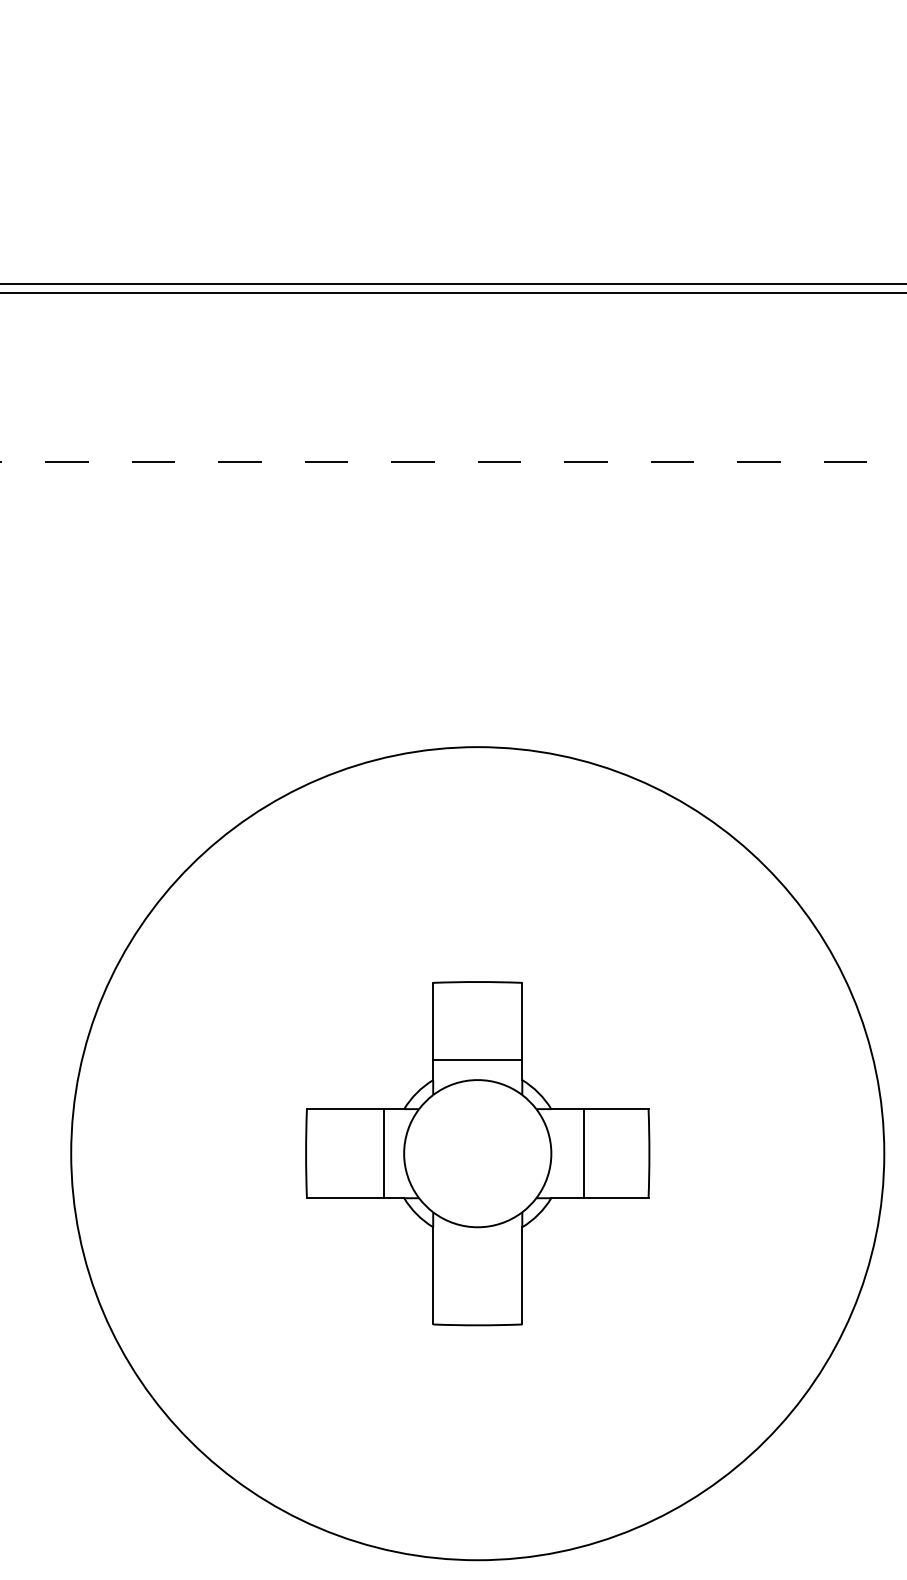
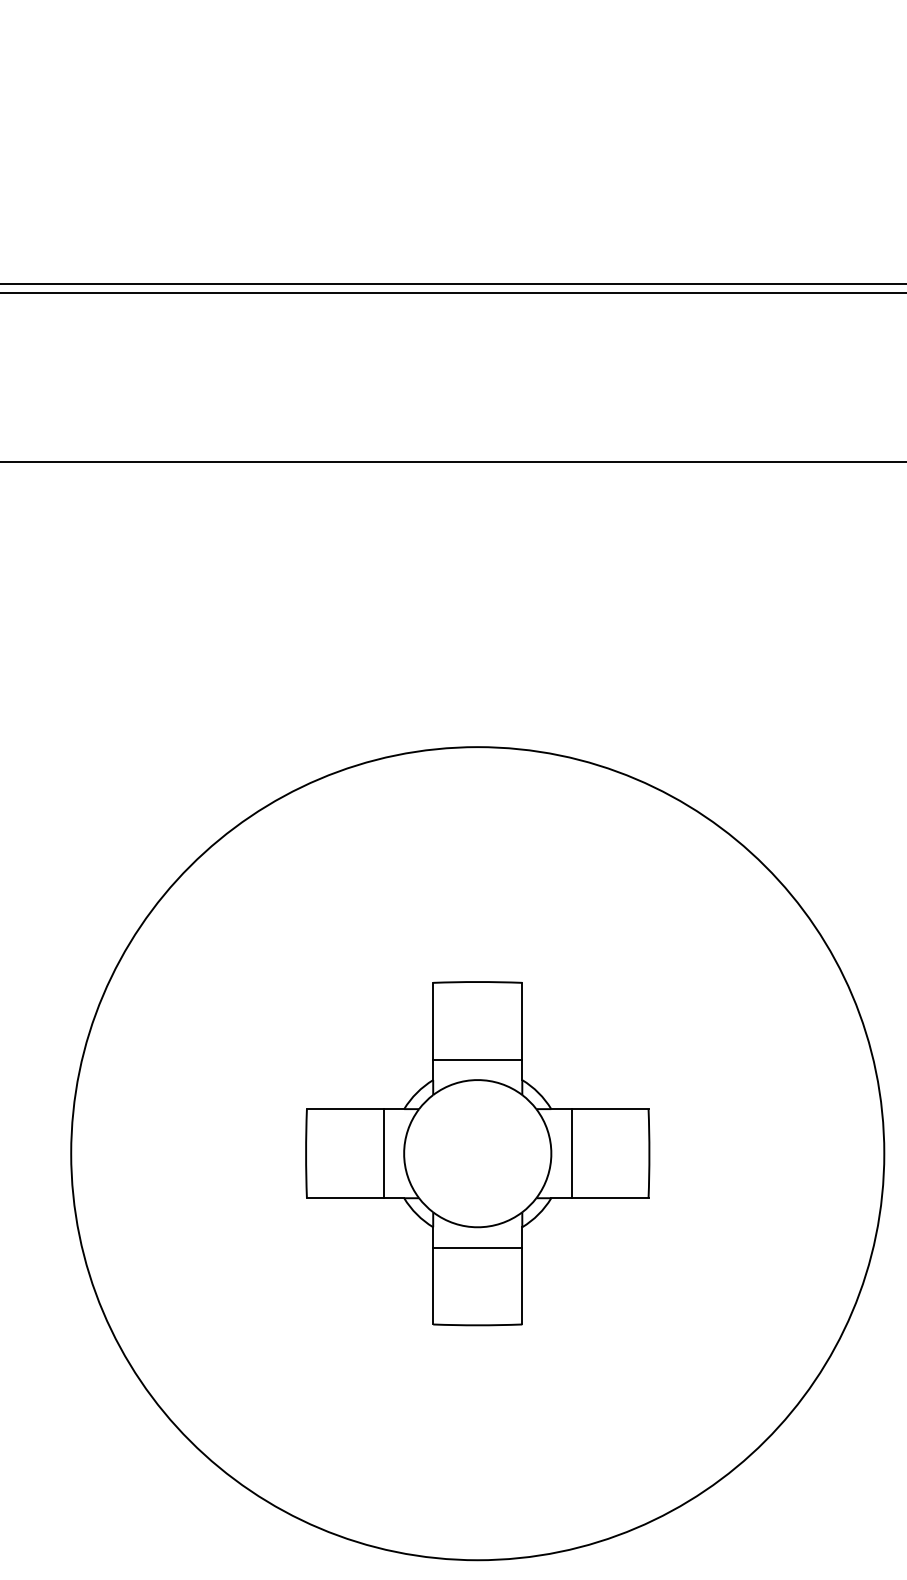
line at (454, 461): dashed -> solid
line at (583, 1153) position: (583, 1153) -> (571, 1153)
line at (477, 1247): none -> present
